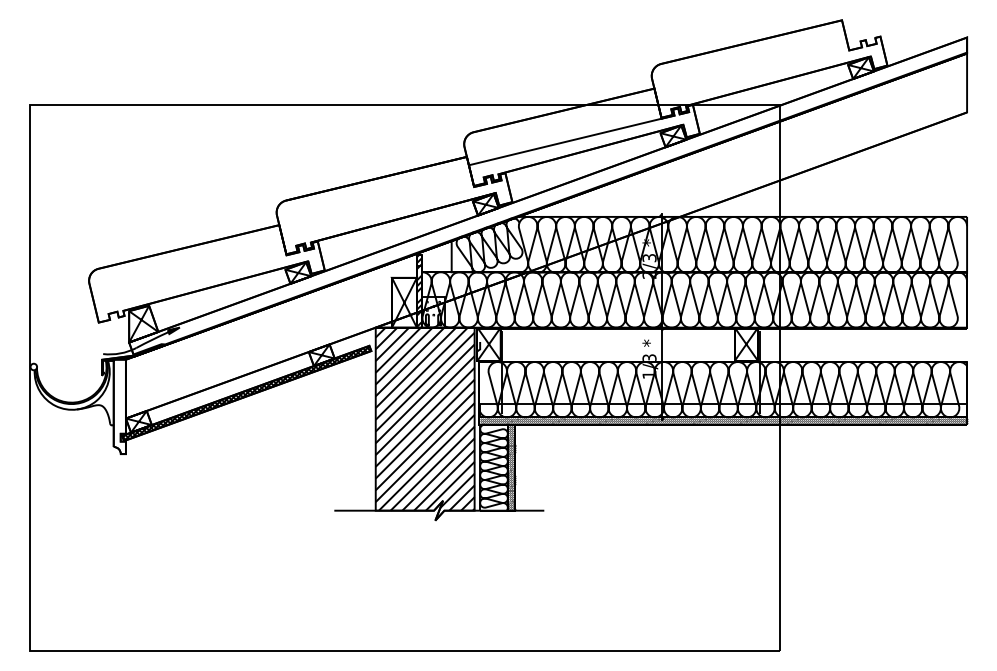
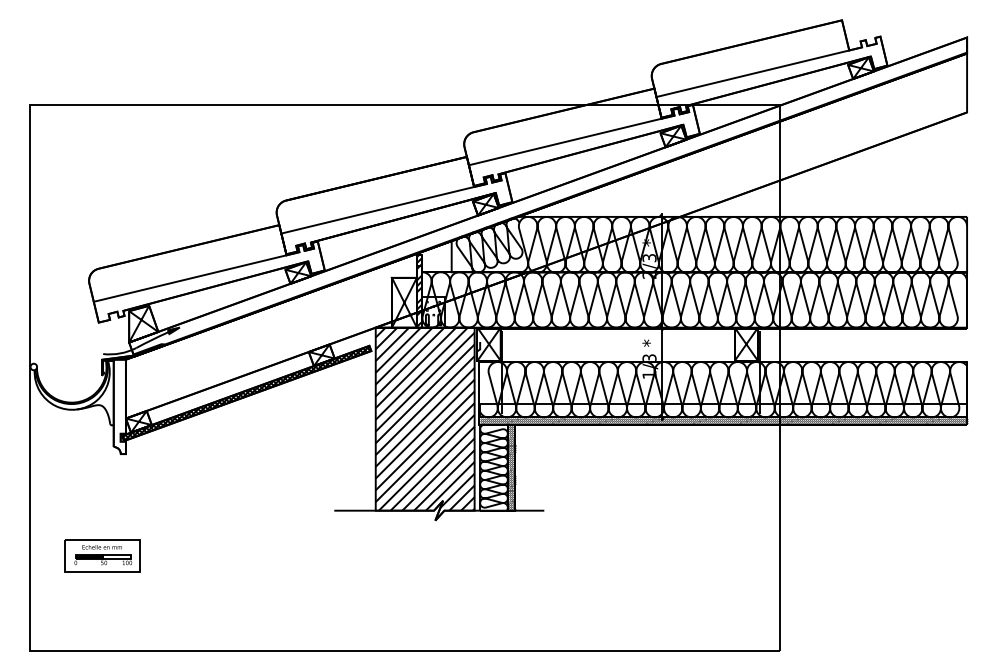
line at (752, 73): none -> present
line at (377, 210): none -> present
line at (189, 278): none -> present
part at (102, 555): none -> present
